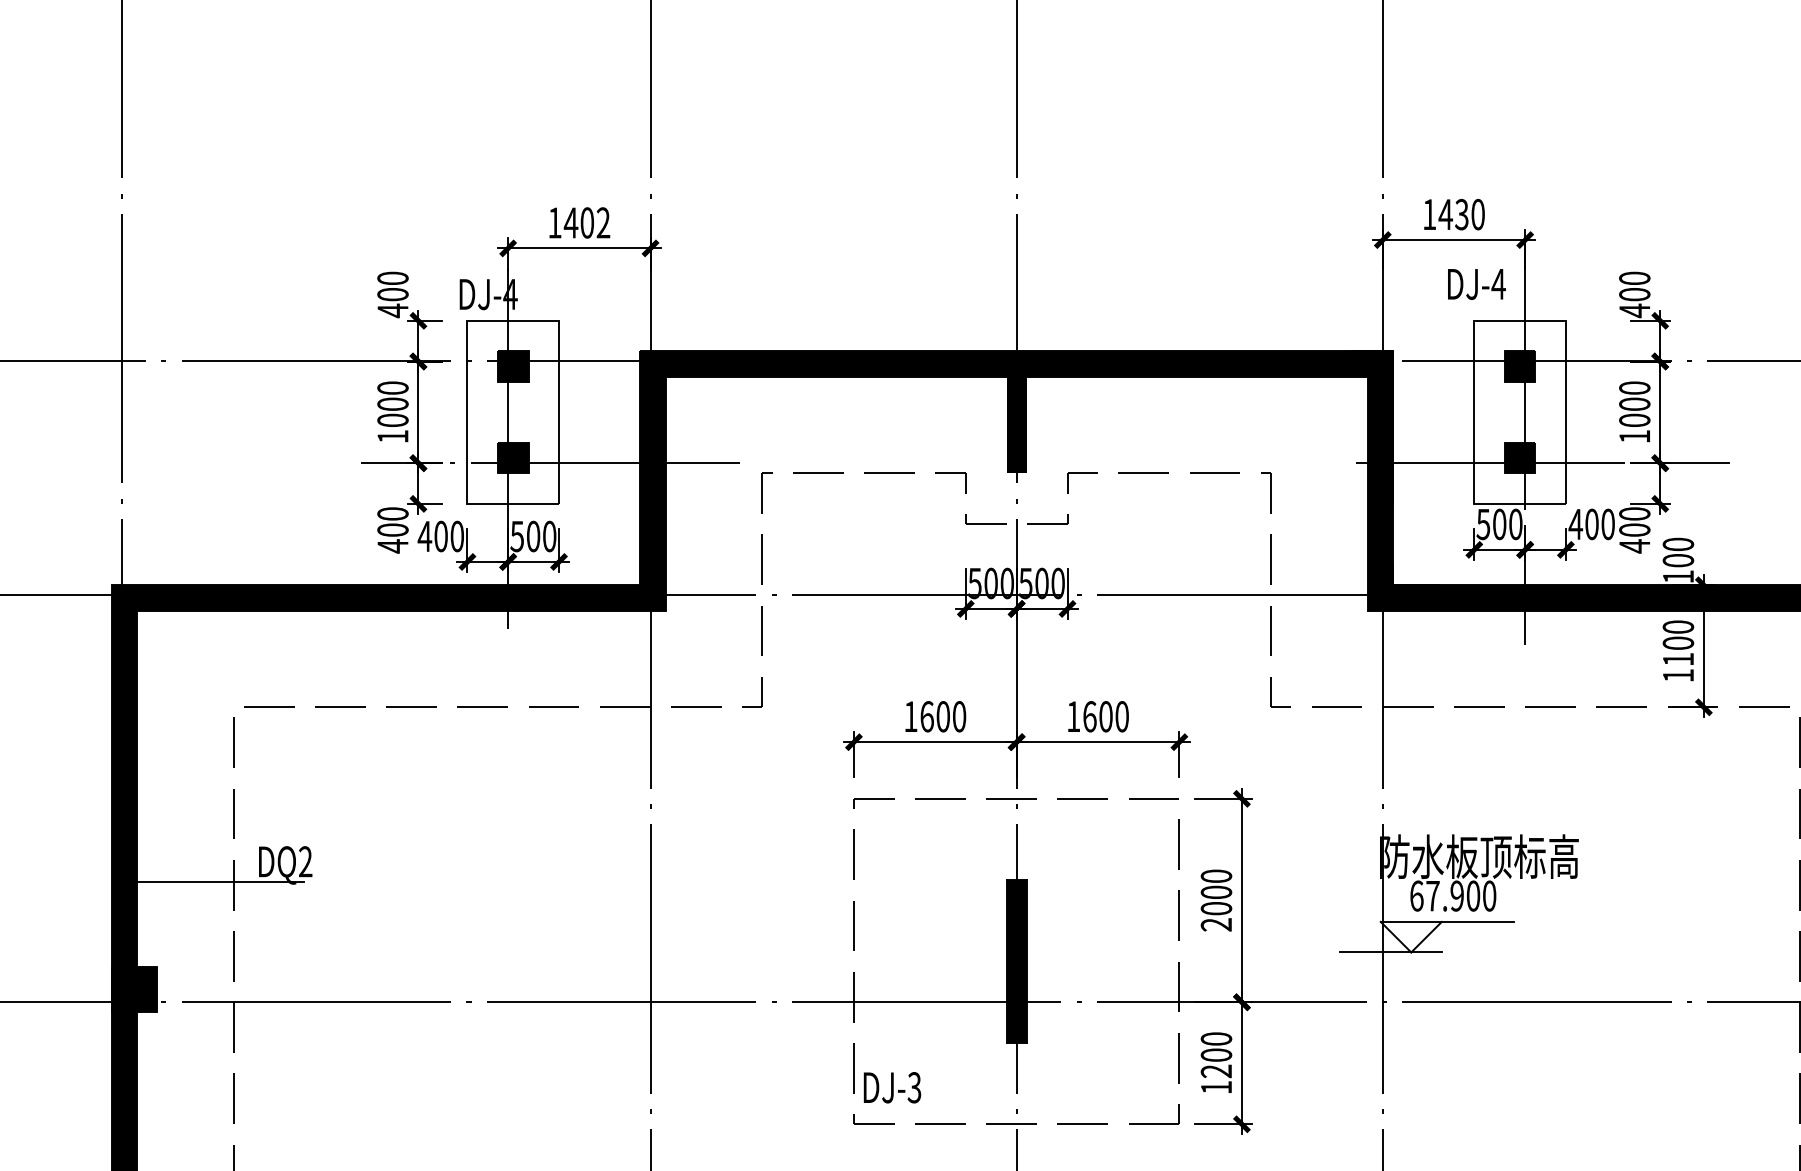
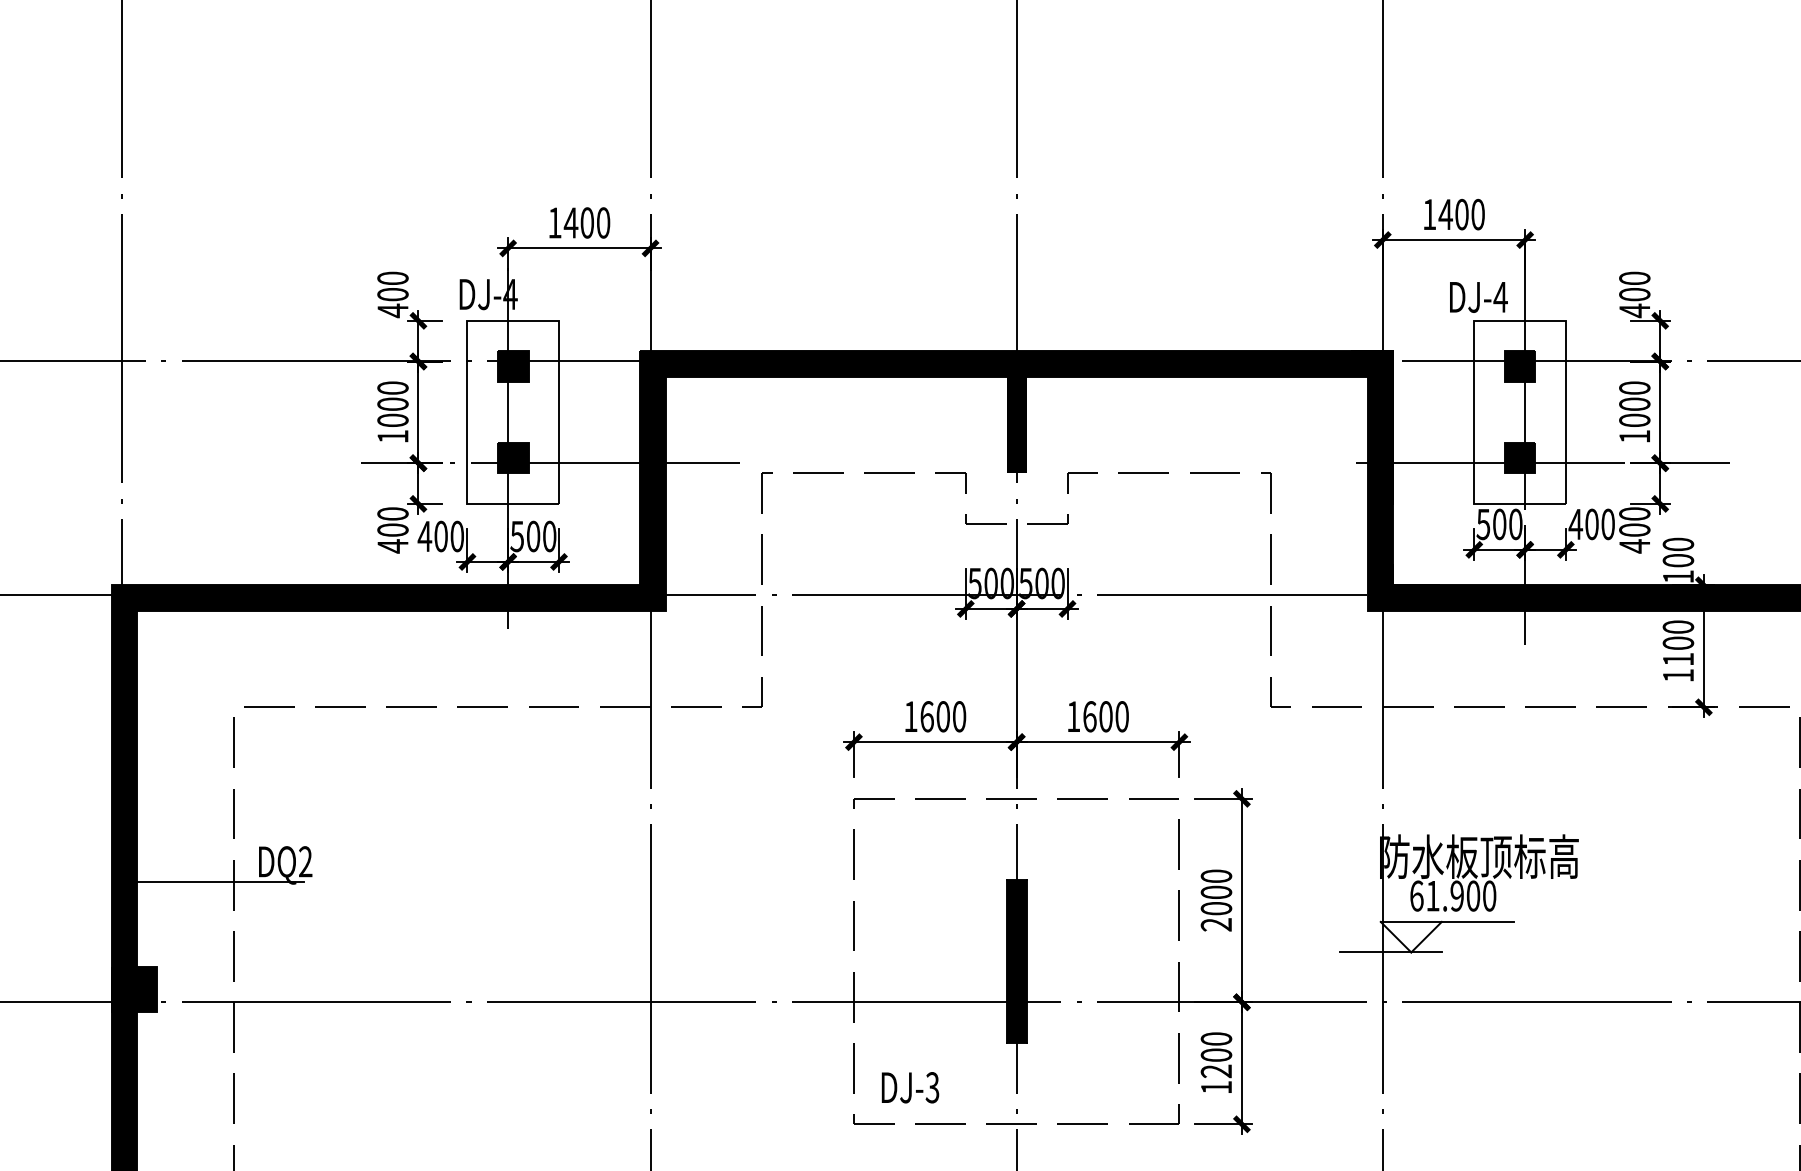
text at (1461, 214): 1430 -> 1400
text at (603, 222): 1402 -> 1400
text at (1476, 284) position: (1476, 284) -> (1478, 297)
text at (1432, 896): 67.900 -> 61.900
text at (892, 1087) position: (892, 1087) -> (910, 1087)
